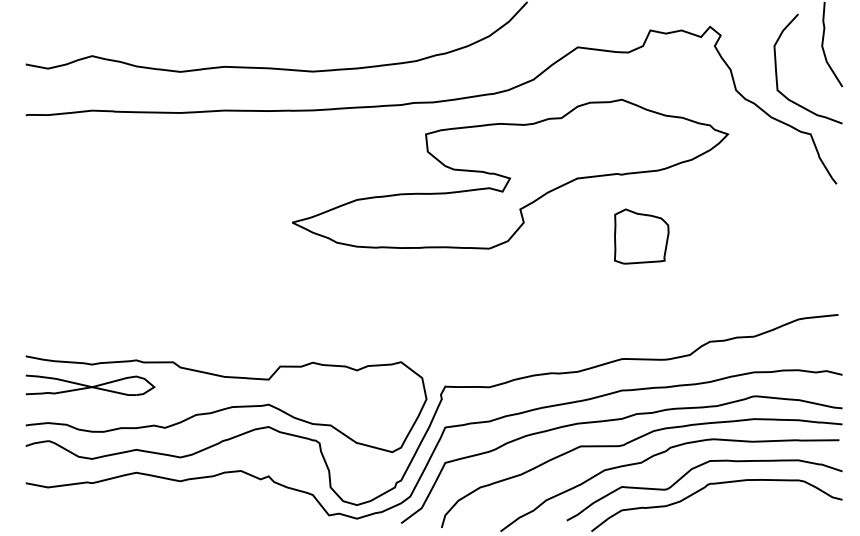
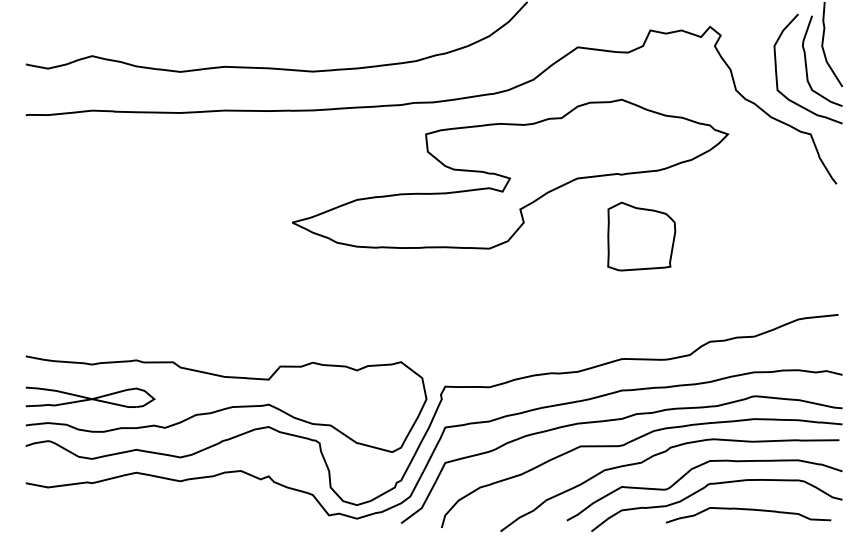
curve at (806, 60): none -> present
part at (641, 236) size: 56x57 px -> 70x71 px
part at (90, 384) position: (90, 384) -> (90, 396)
curve at (748, 510): none -> present
